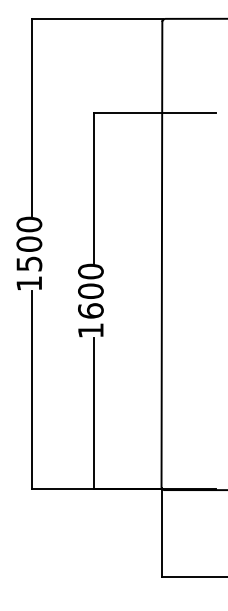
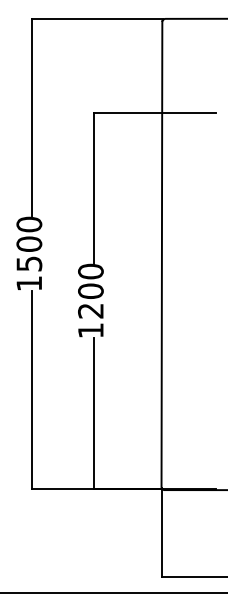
text at (90, 310): 1600 -> 1200
line at (113, 592): none -> present
